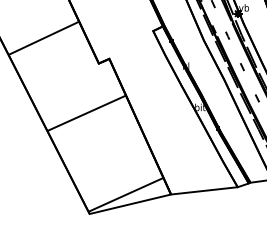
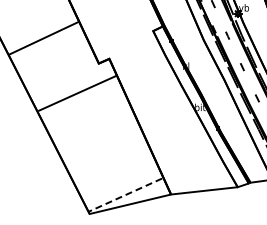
line at (86, 113) position: (86, 113) -> (77, 93)
line at (125, 195): solid -> dashed
